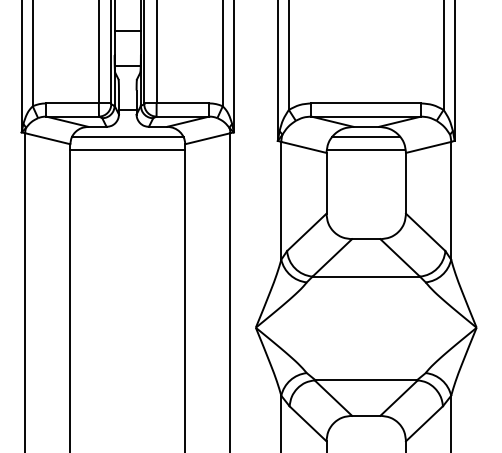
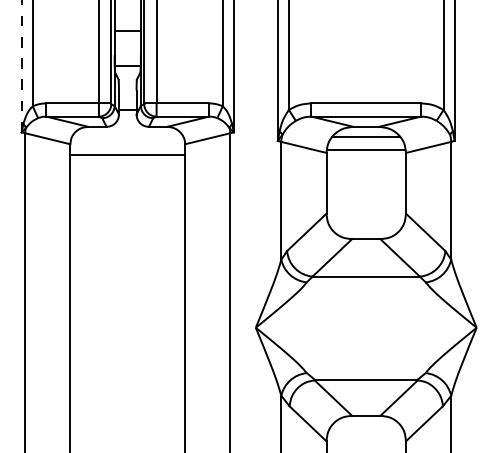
line at (21, 66): solid -> dashed
line at (127, 136): present -> none
line at (127, 150) position: (127, 150) -> (127, 155)
